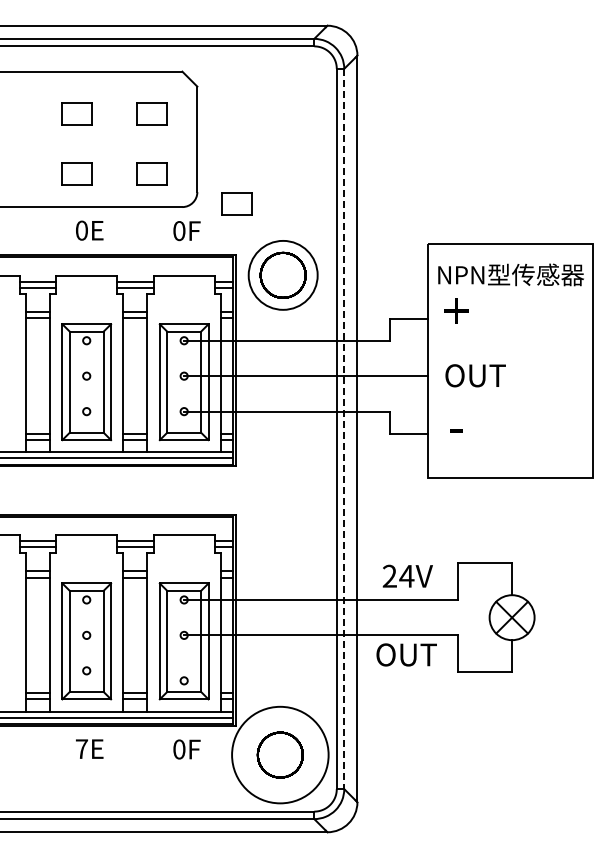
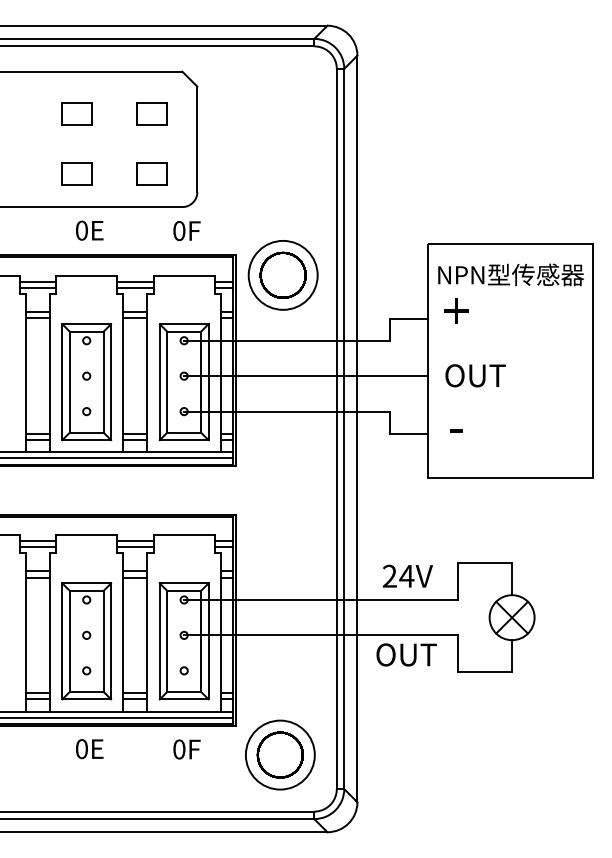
part at (236, 203): present -> none
line at (344, 429): dashed -> solid
circle at (183, 680) position: (183, 680) -> (183, 670)
text at (82, 749): 7E -> 0E
circle at (280, 754) diameter: 97 px -> 69 px
